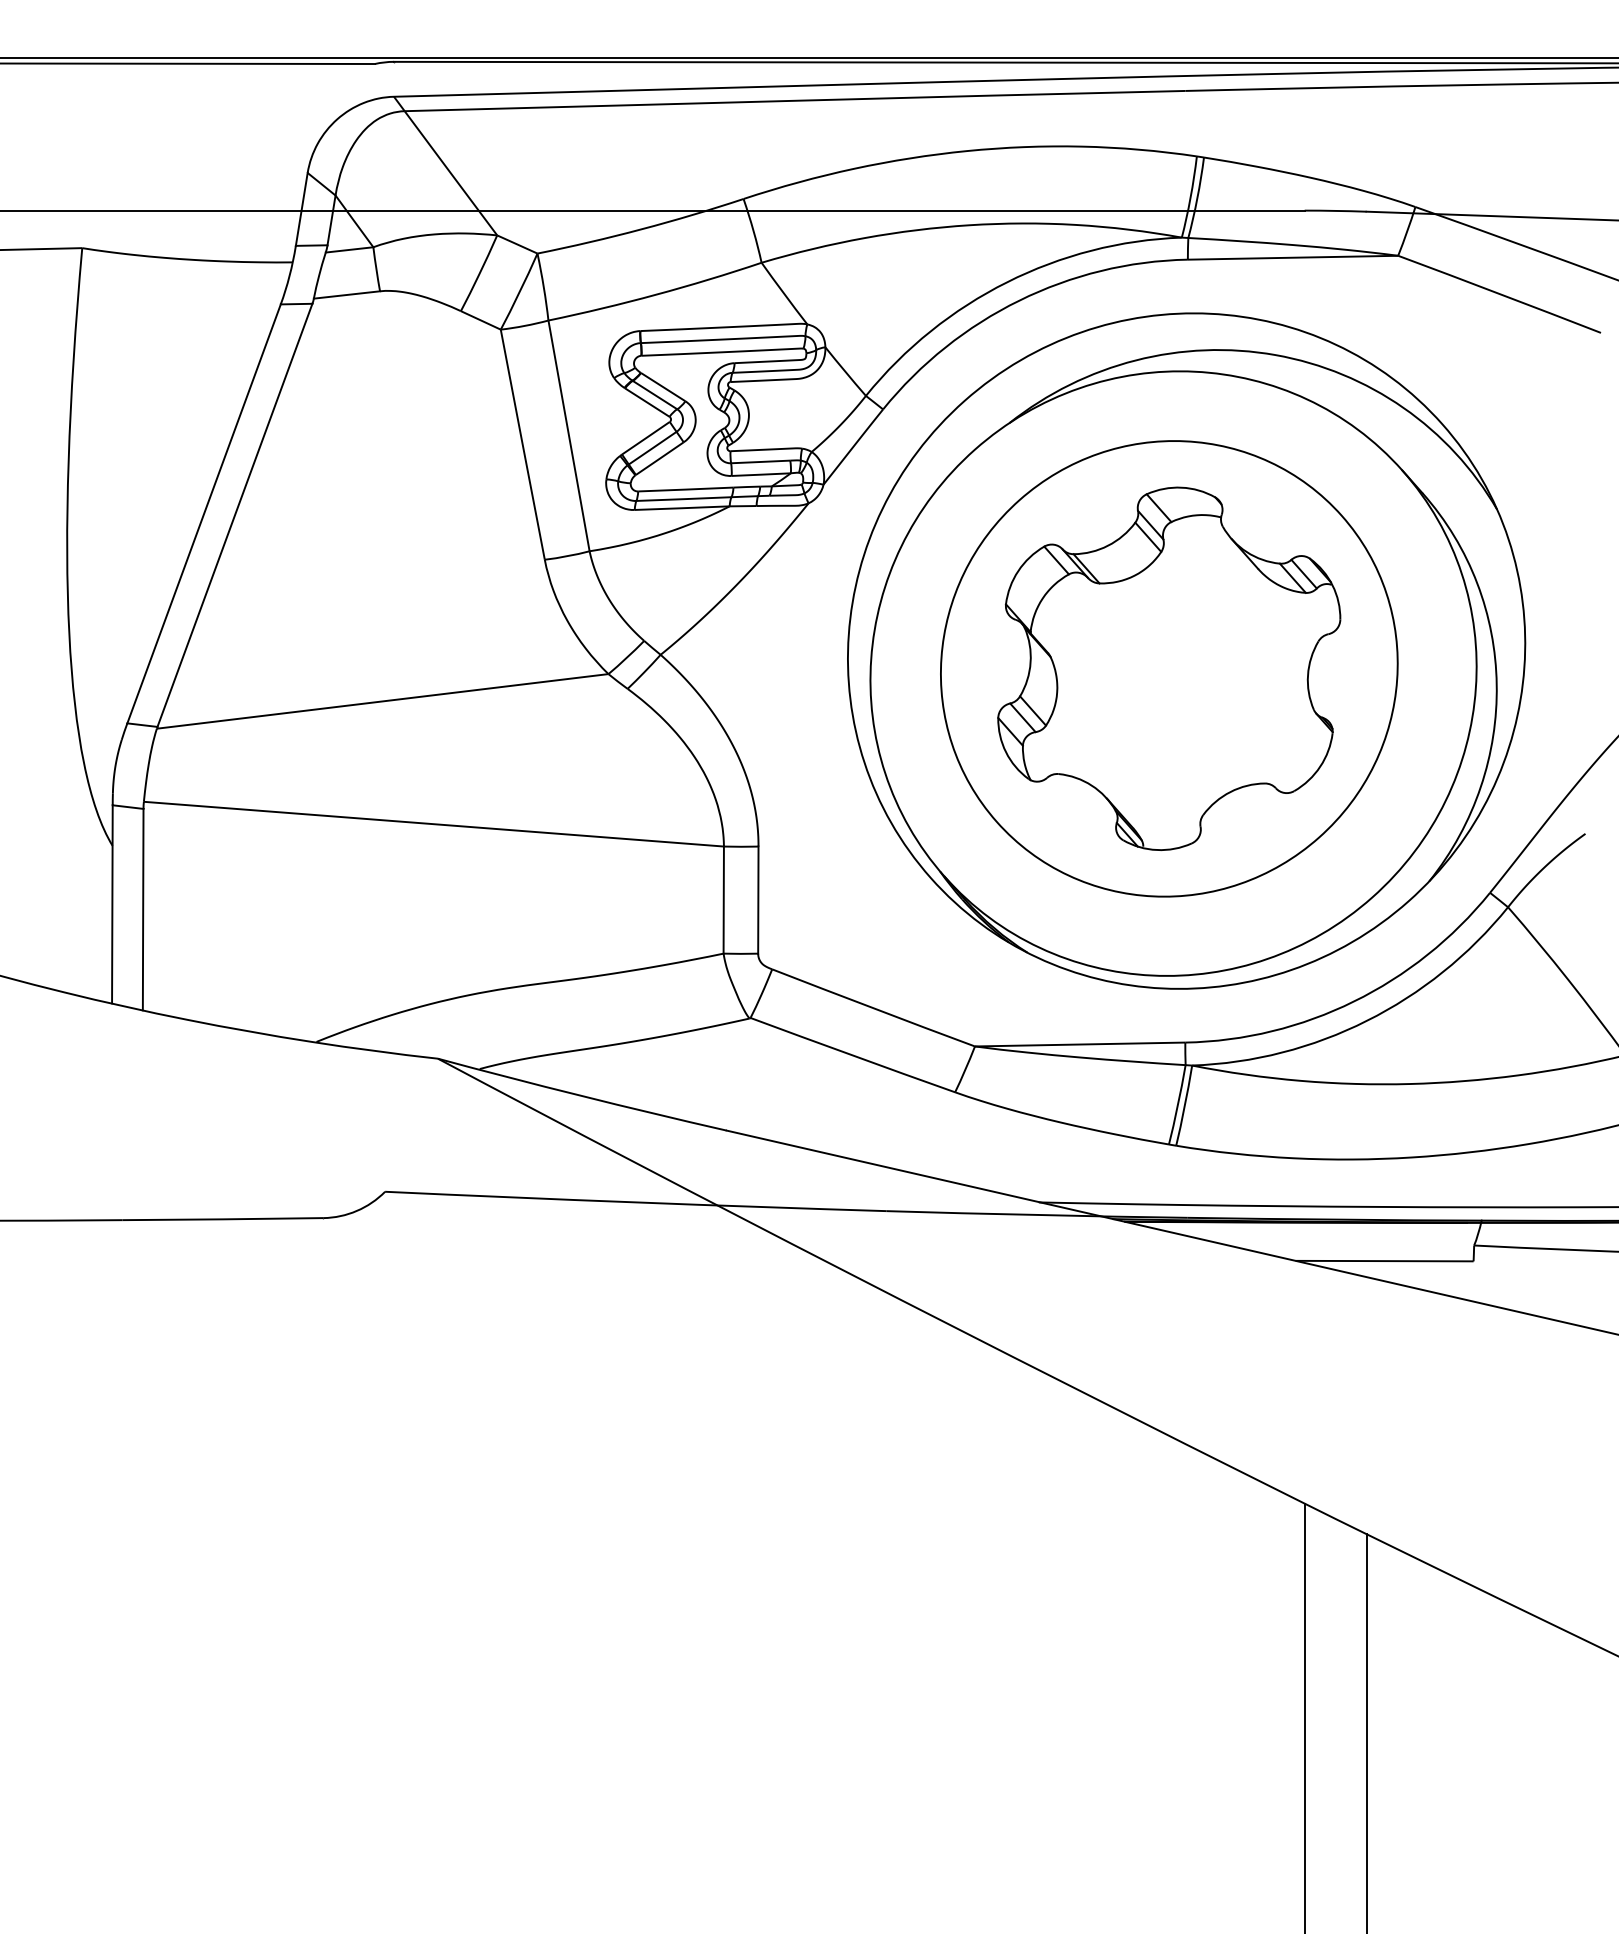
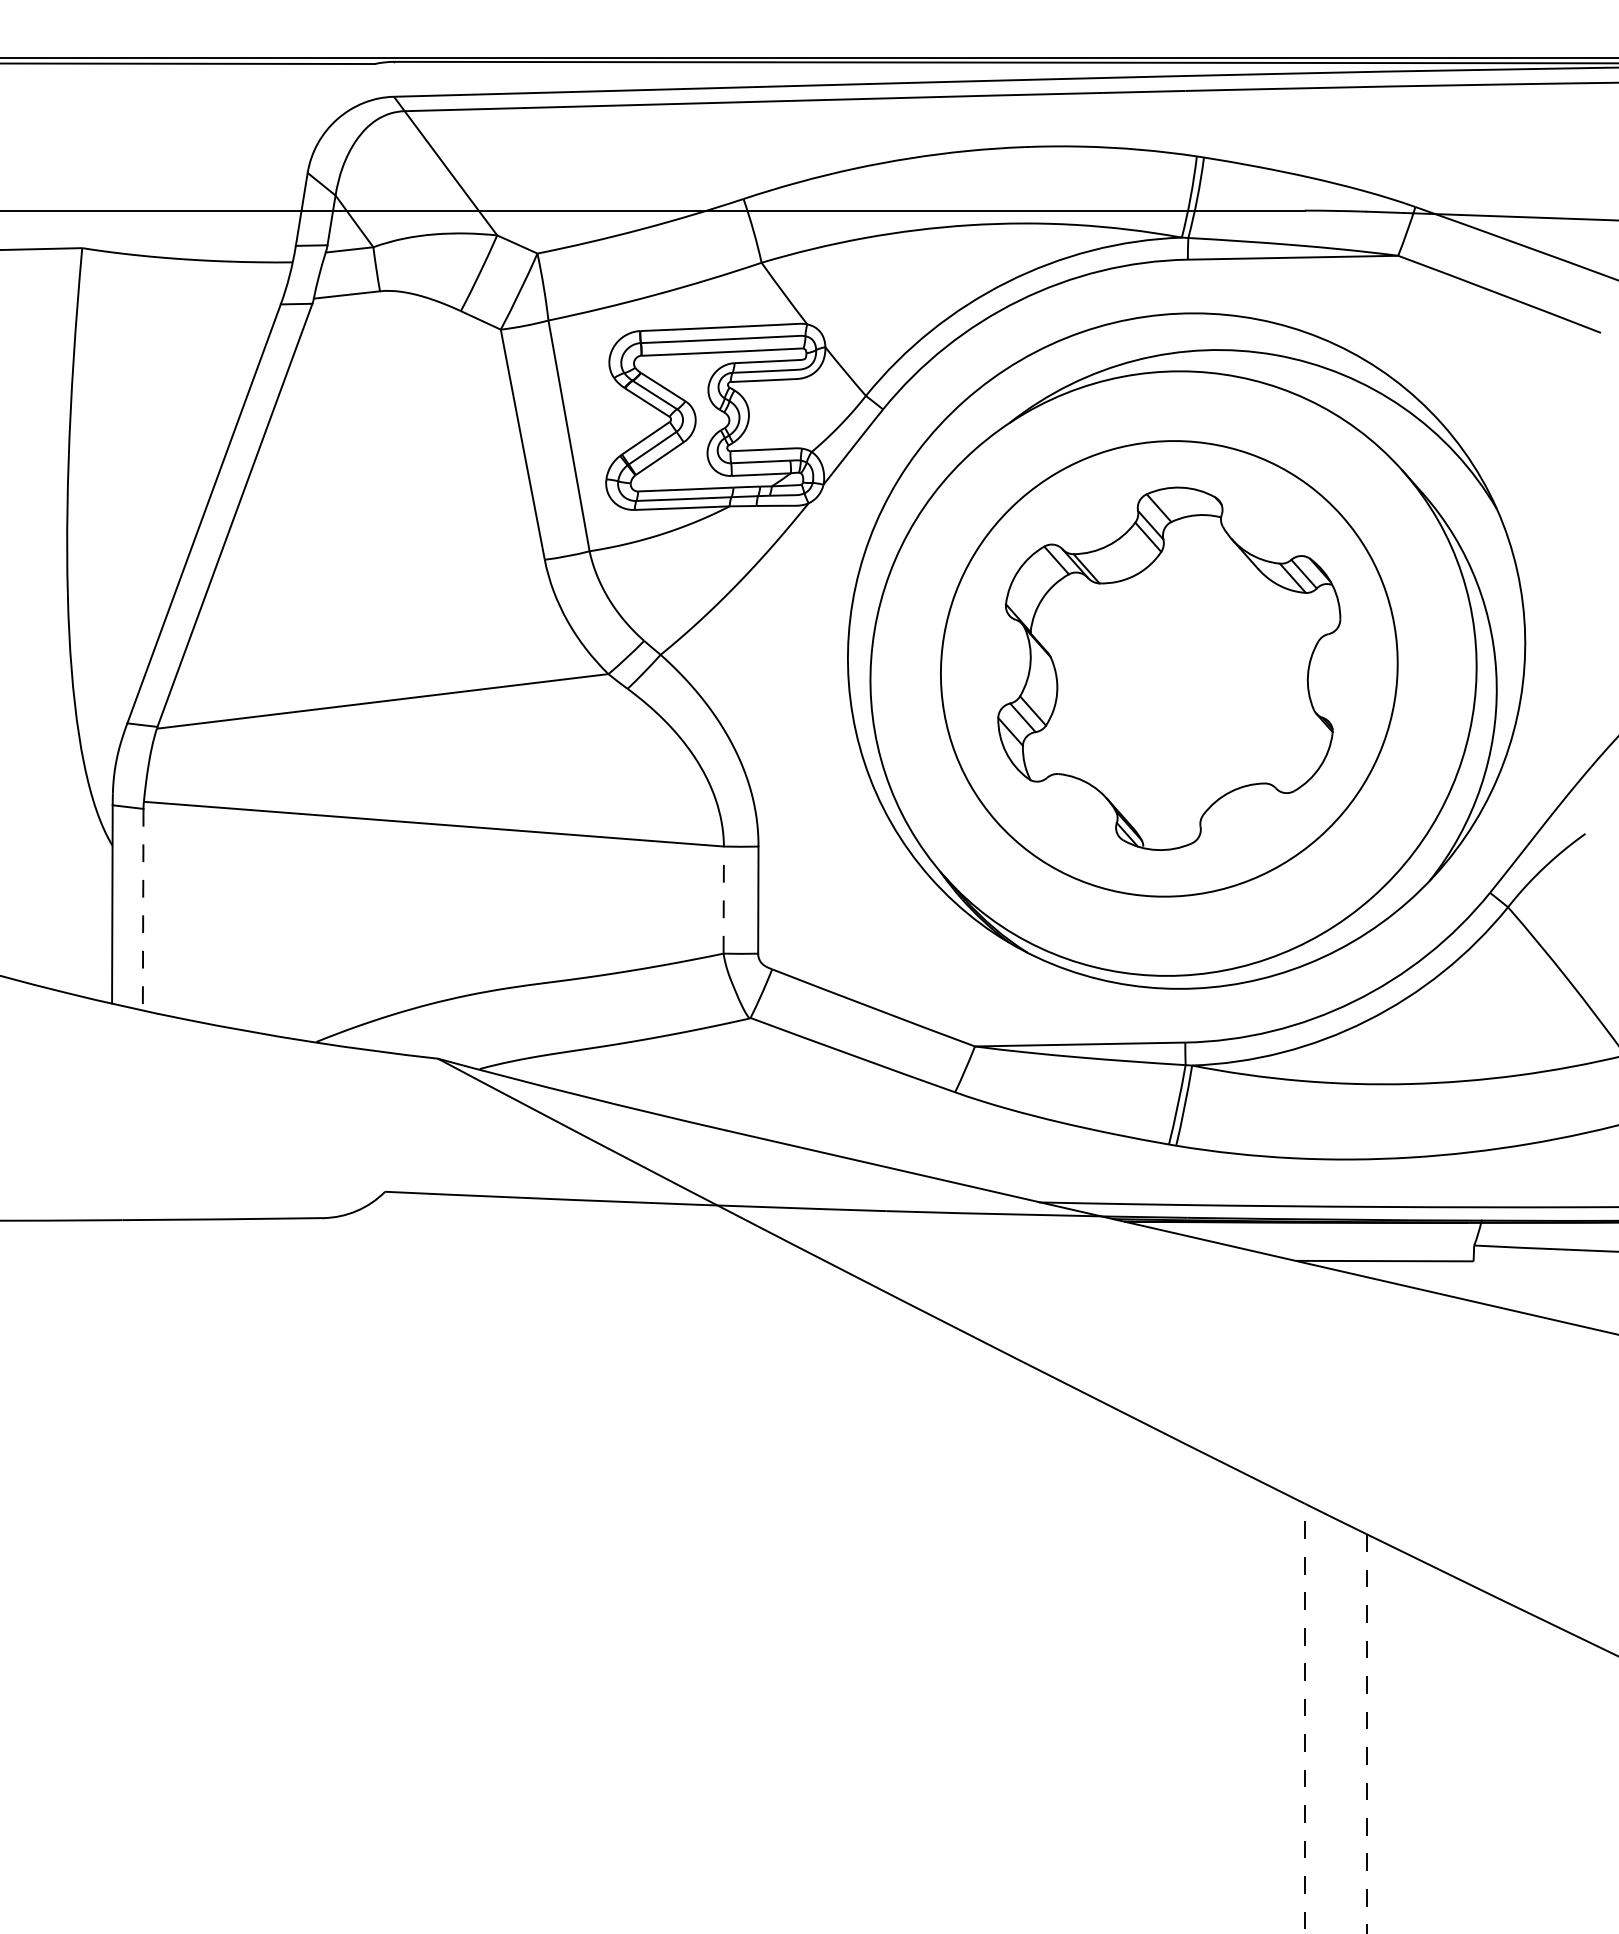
line at (723, 900): solid -> dashed
line at (143, 909): solid -> dashed
line at (1304, 1718): solid -> dashed
line at (1366, 1734): solid -> dashed
